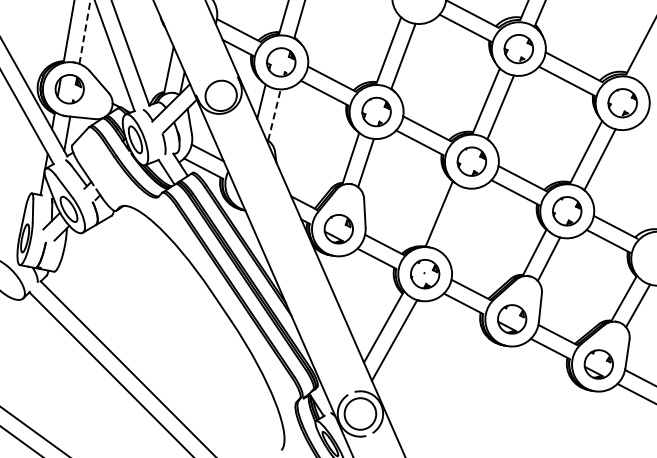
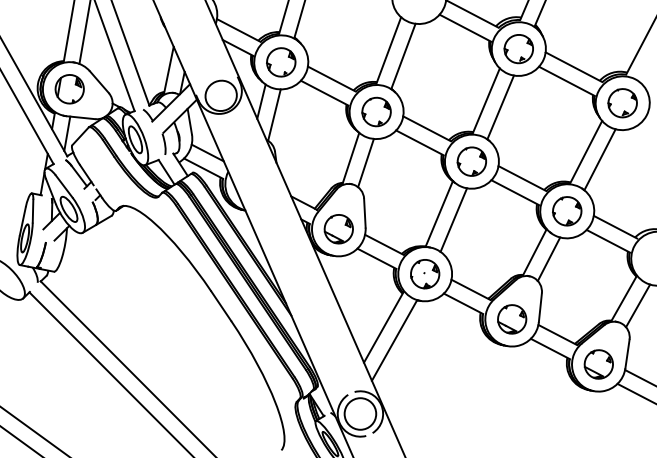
line at (85, 31): dashed -> solid
line at (274, 114): dashed -> solid
line at (453, 219): none -> present
